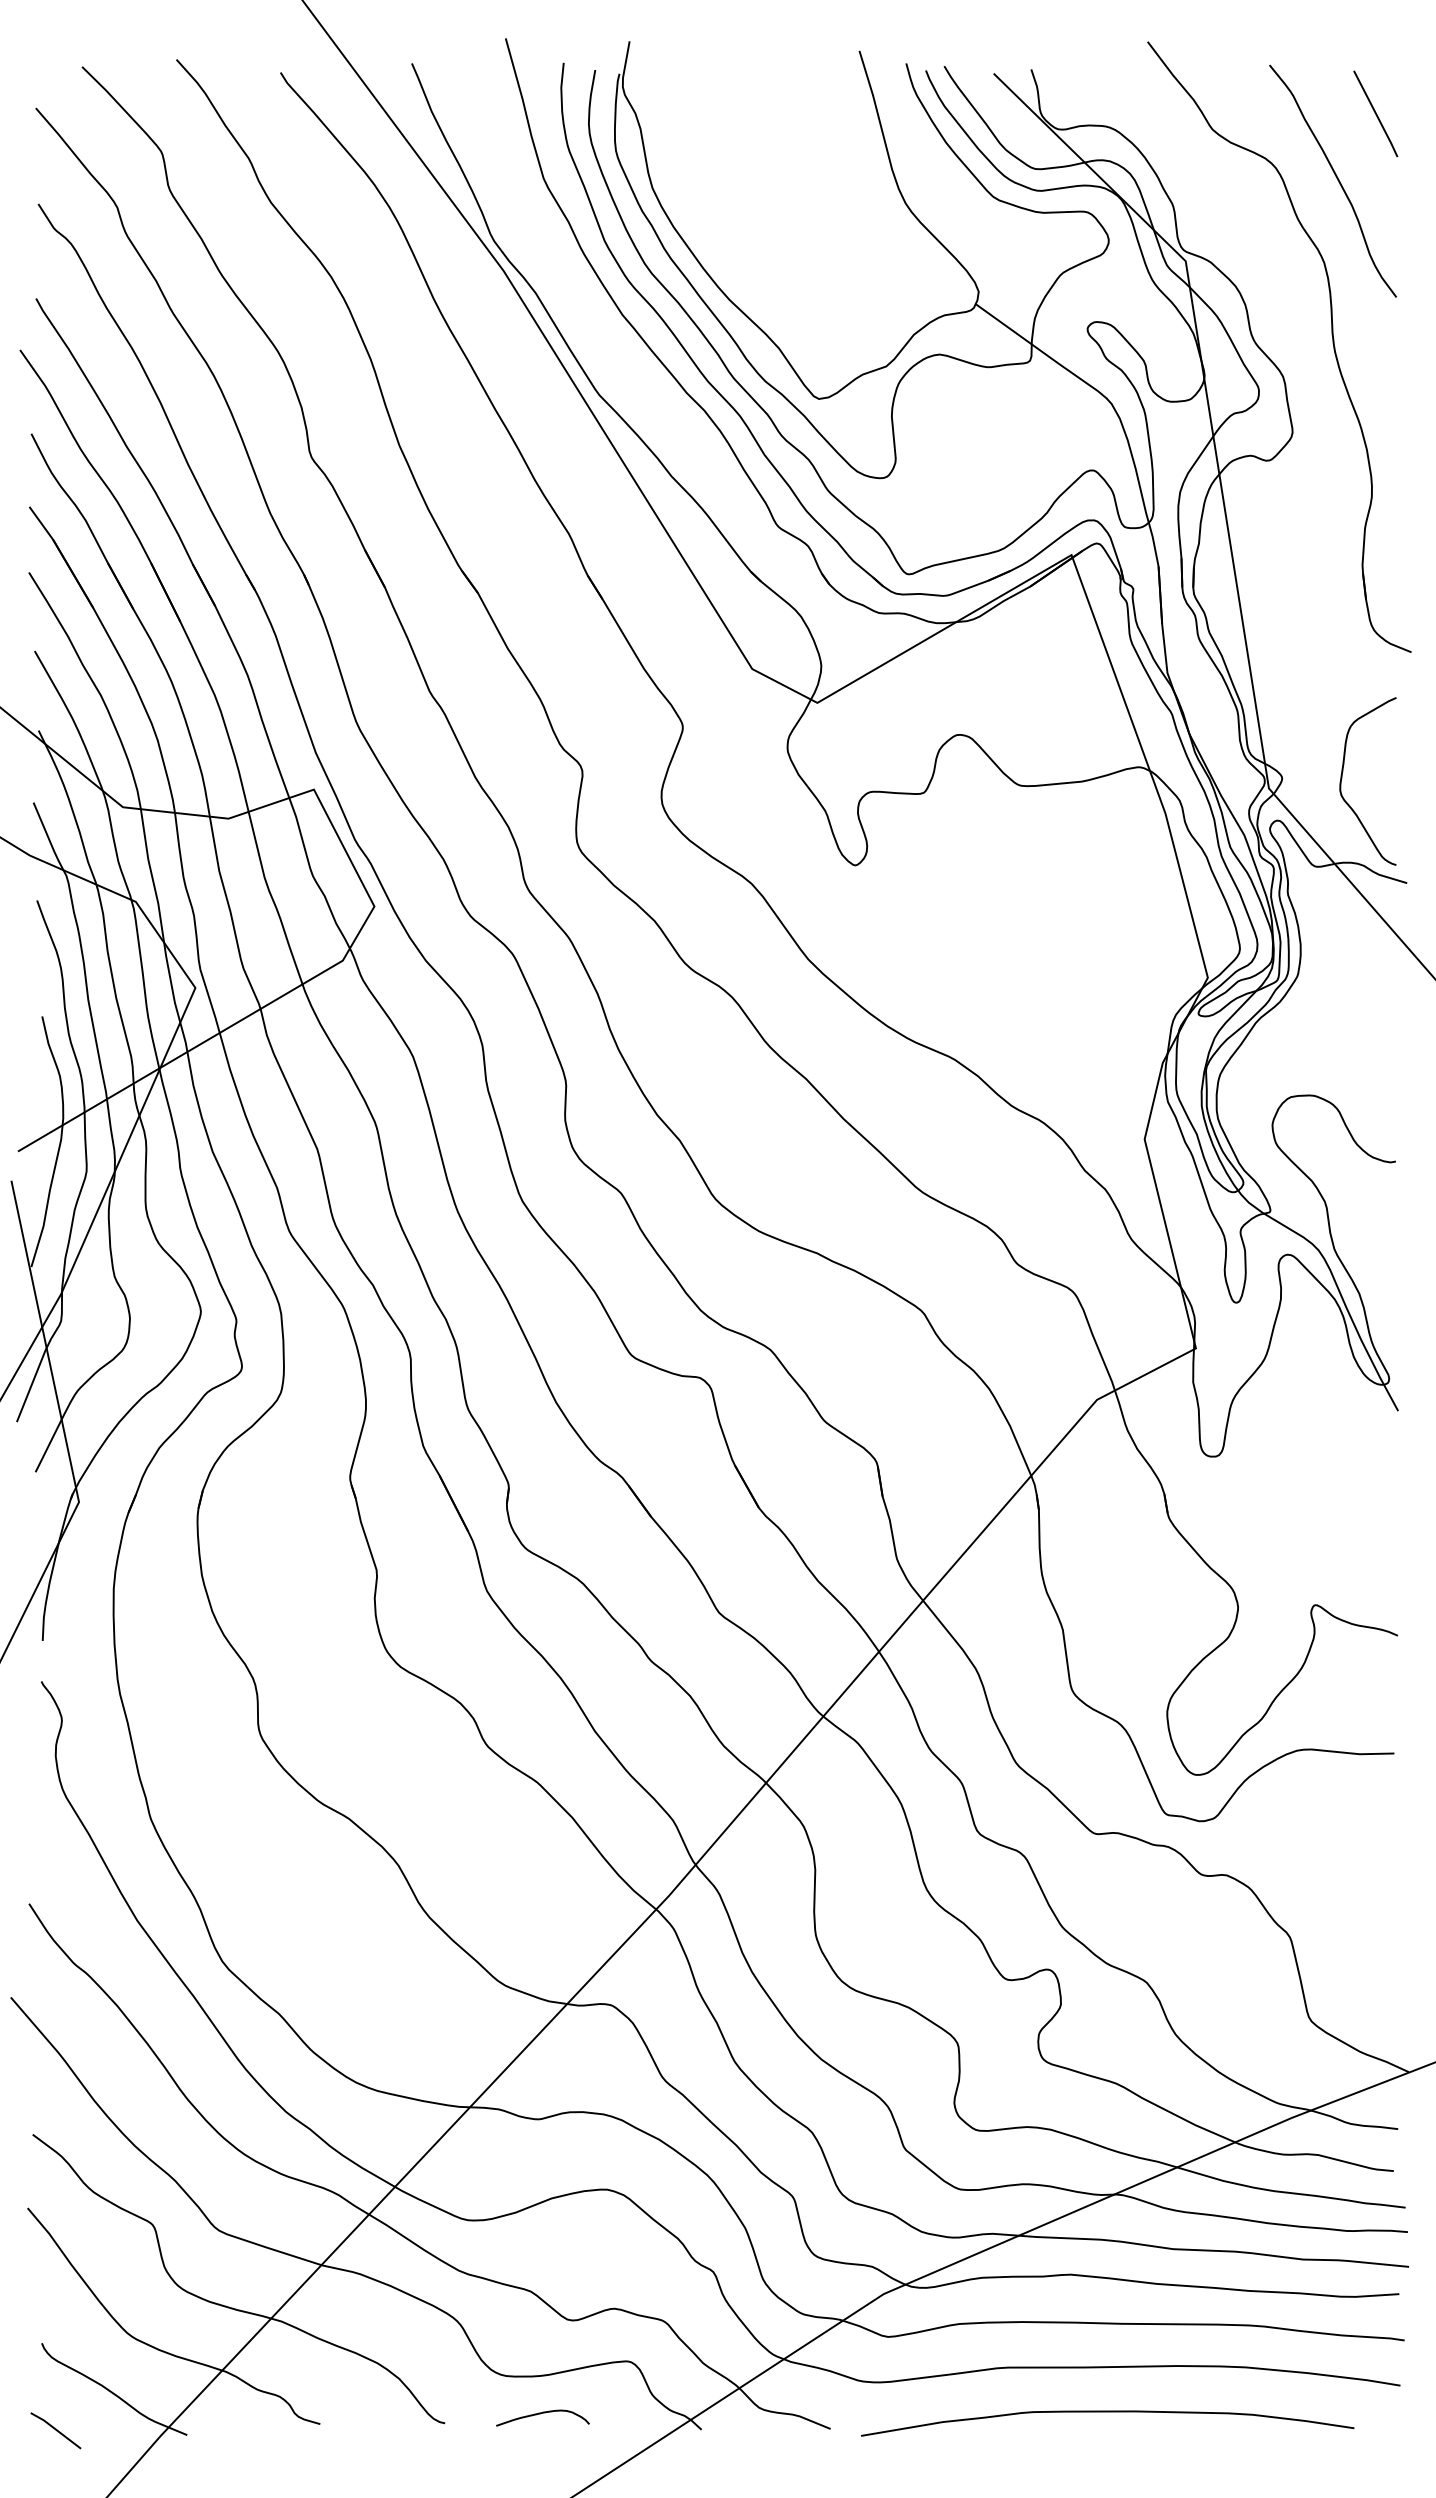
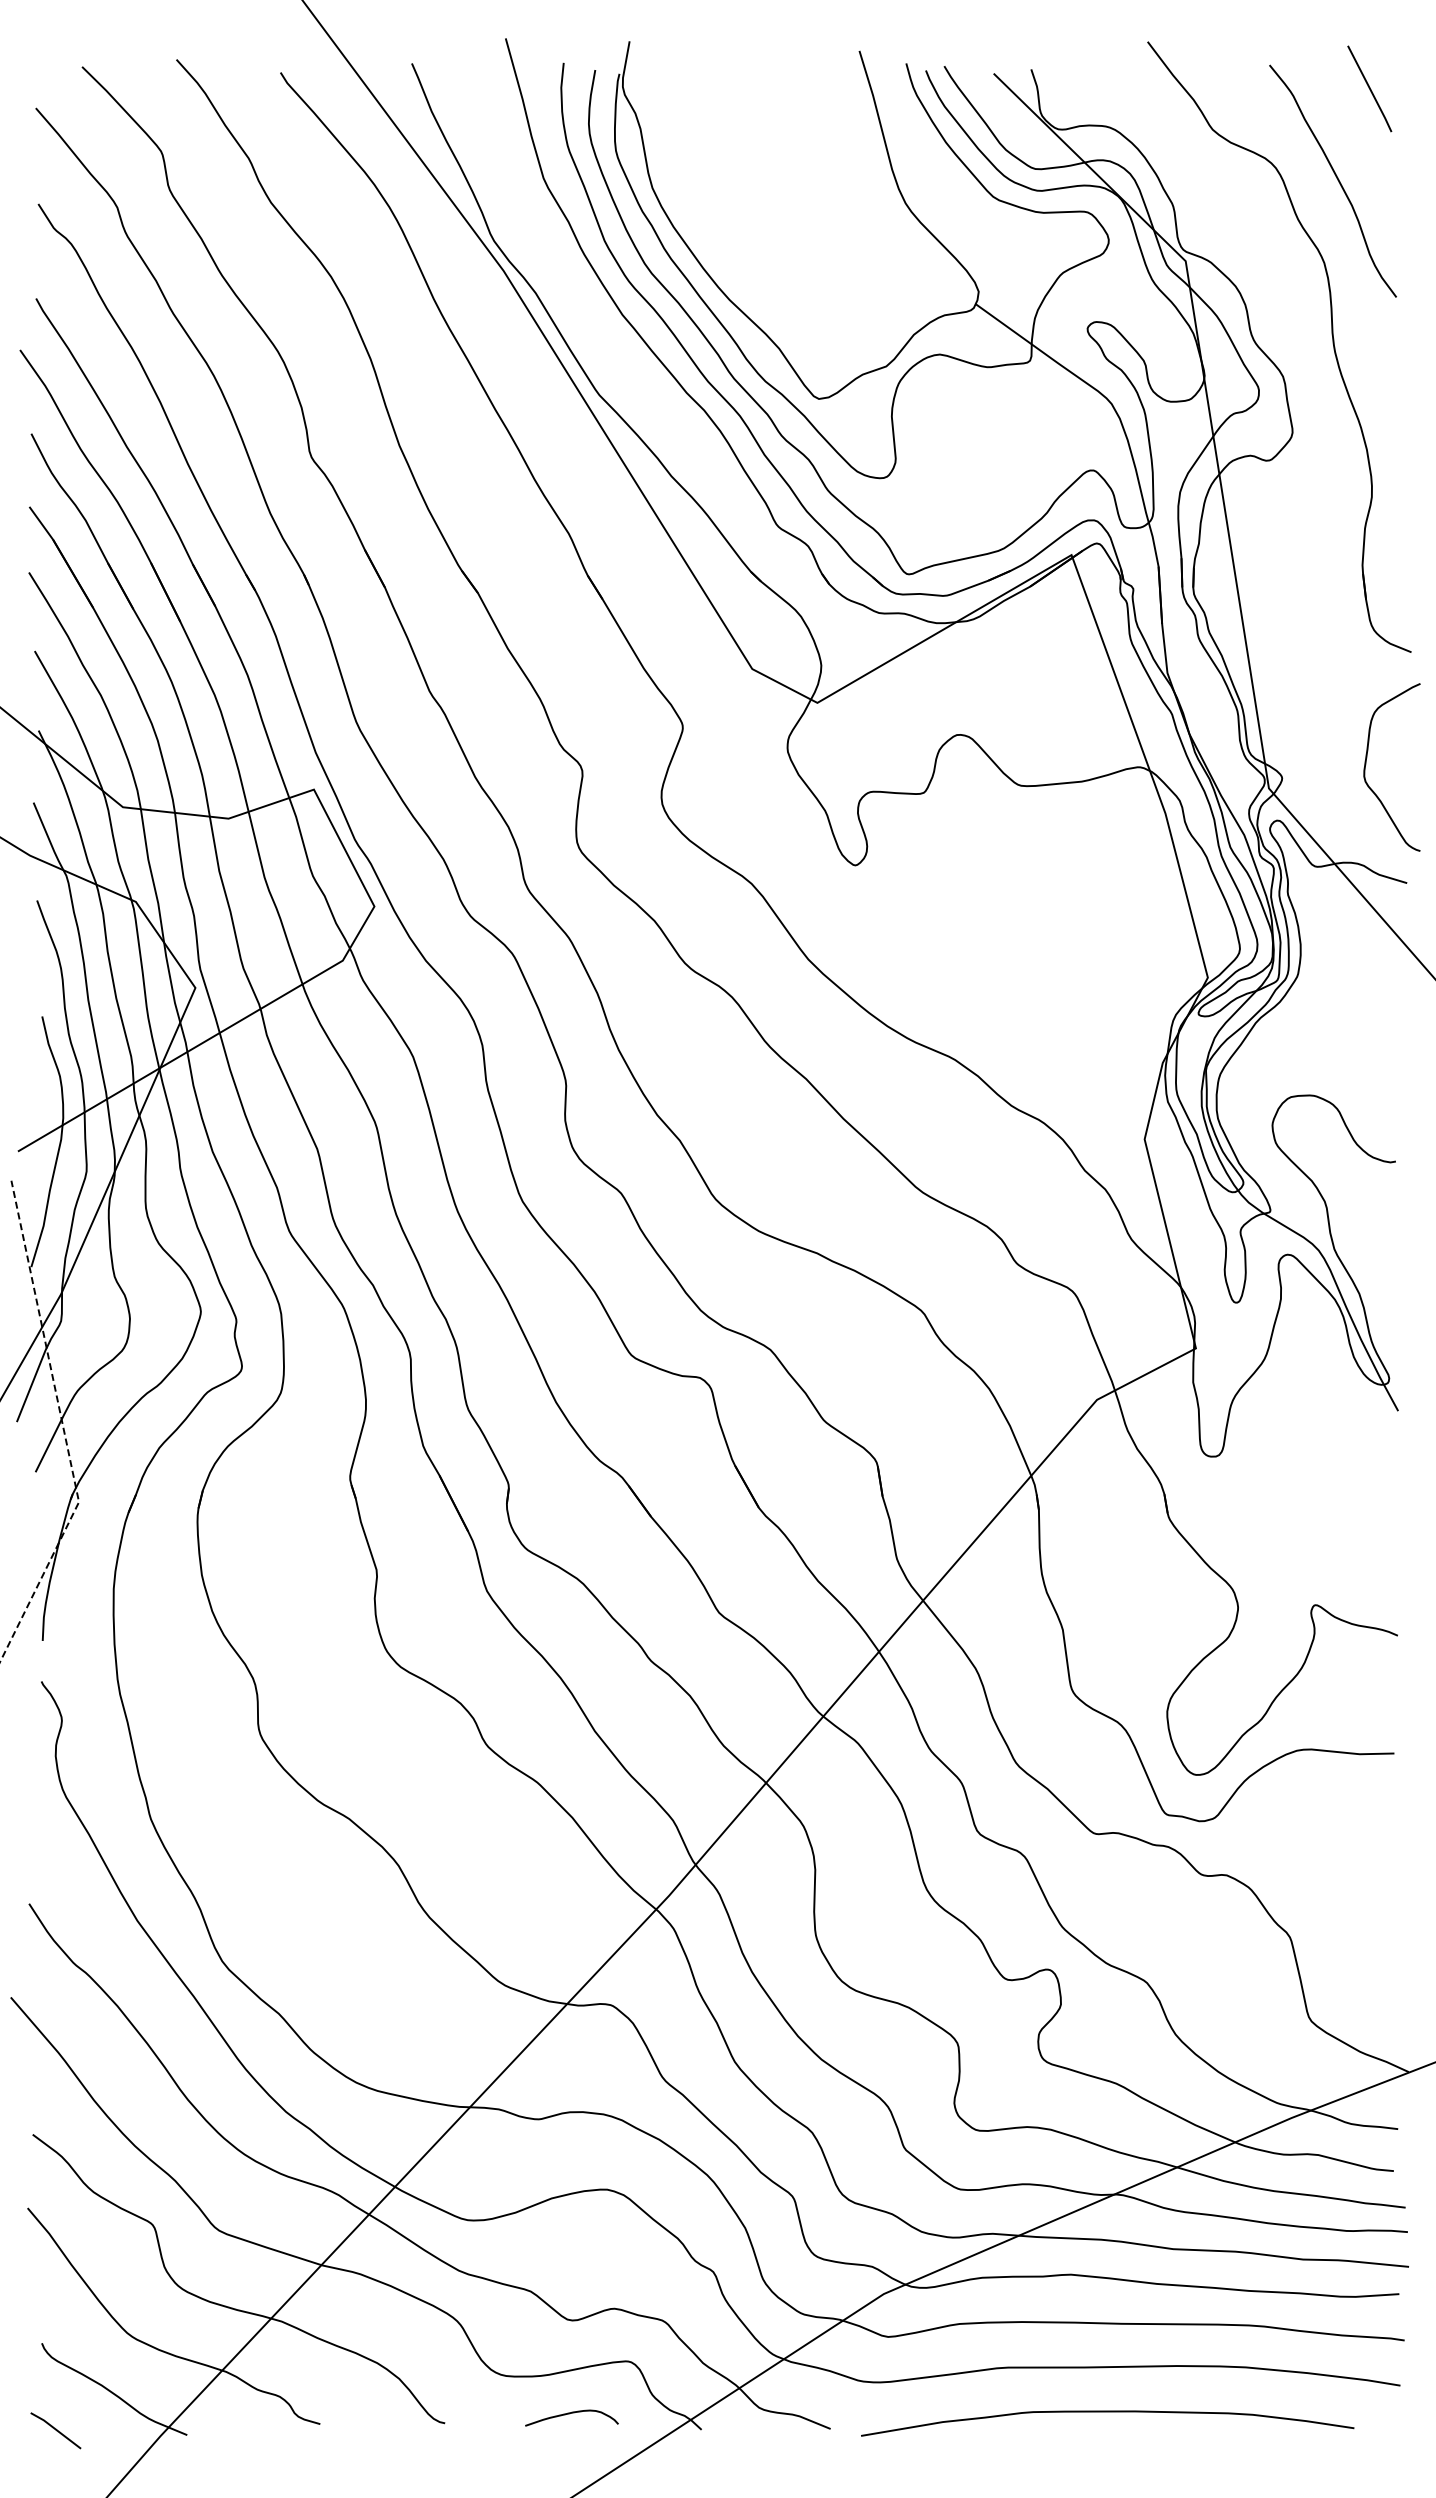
line at (1375, 113) position: (1375, 113) -> (1369, 88)
curve at (1342, 778) position: (1342, 778) -> (1366, 764)
line at (63, 1428): solid -> dashed
curve at (540, 2414) position: (540, 2414) -> (569, 2414)
